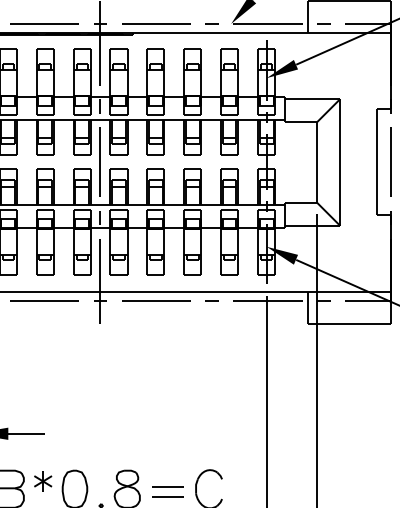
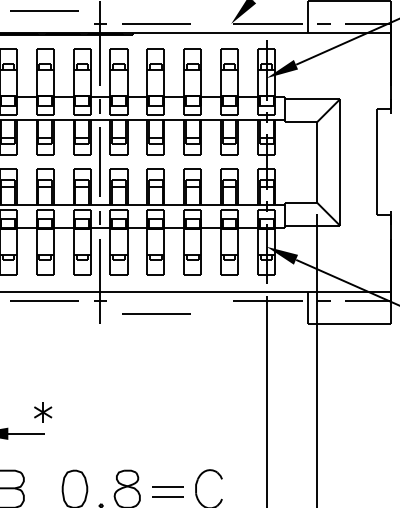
line at (44, 23) position: (44, 23) -> (44, 10)
line at (211, 23): present -> none
line at (390, 161): present -> none
line at (156, 300) position: (156, 300) -> (156, 313)
line at (211, 300): present -> none
part at (43, 481) position: (43, 481) -> (43, 412)
